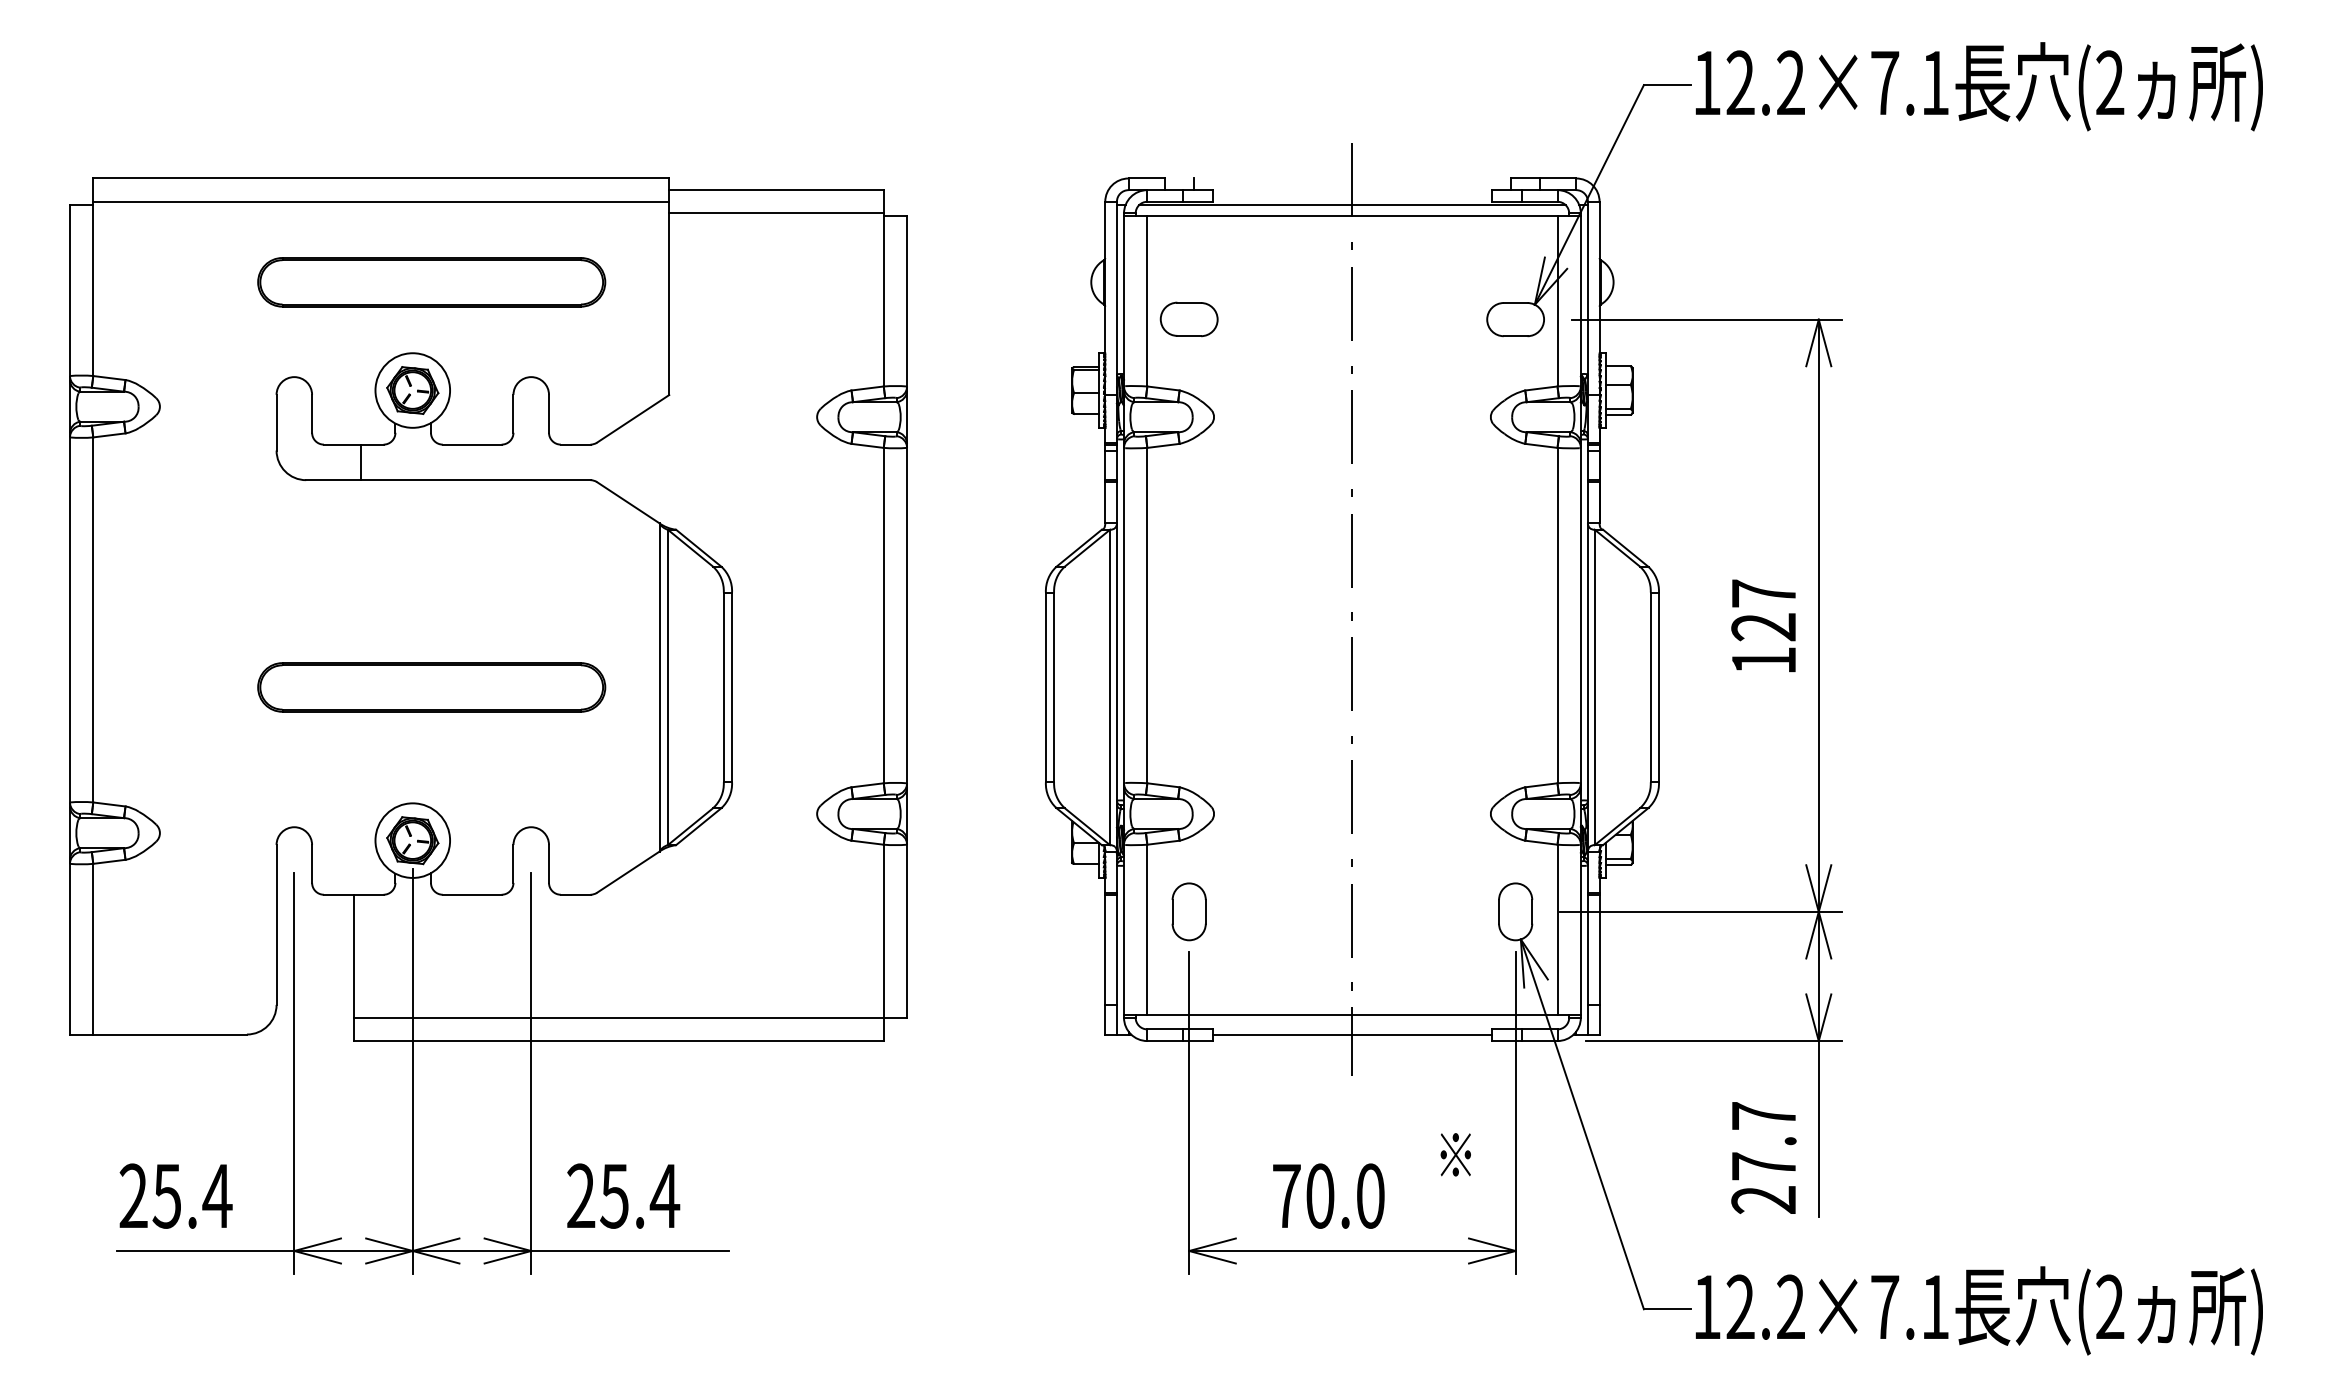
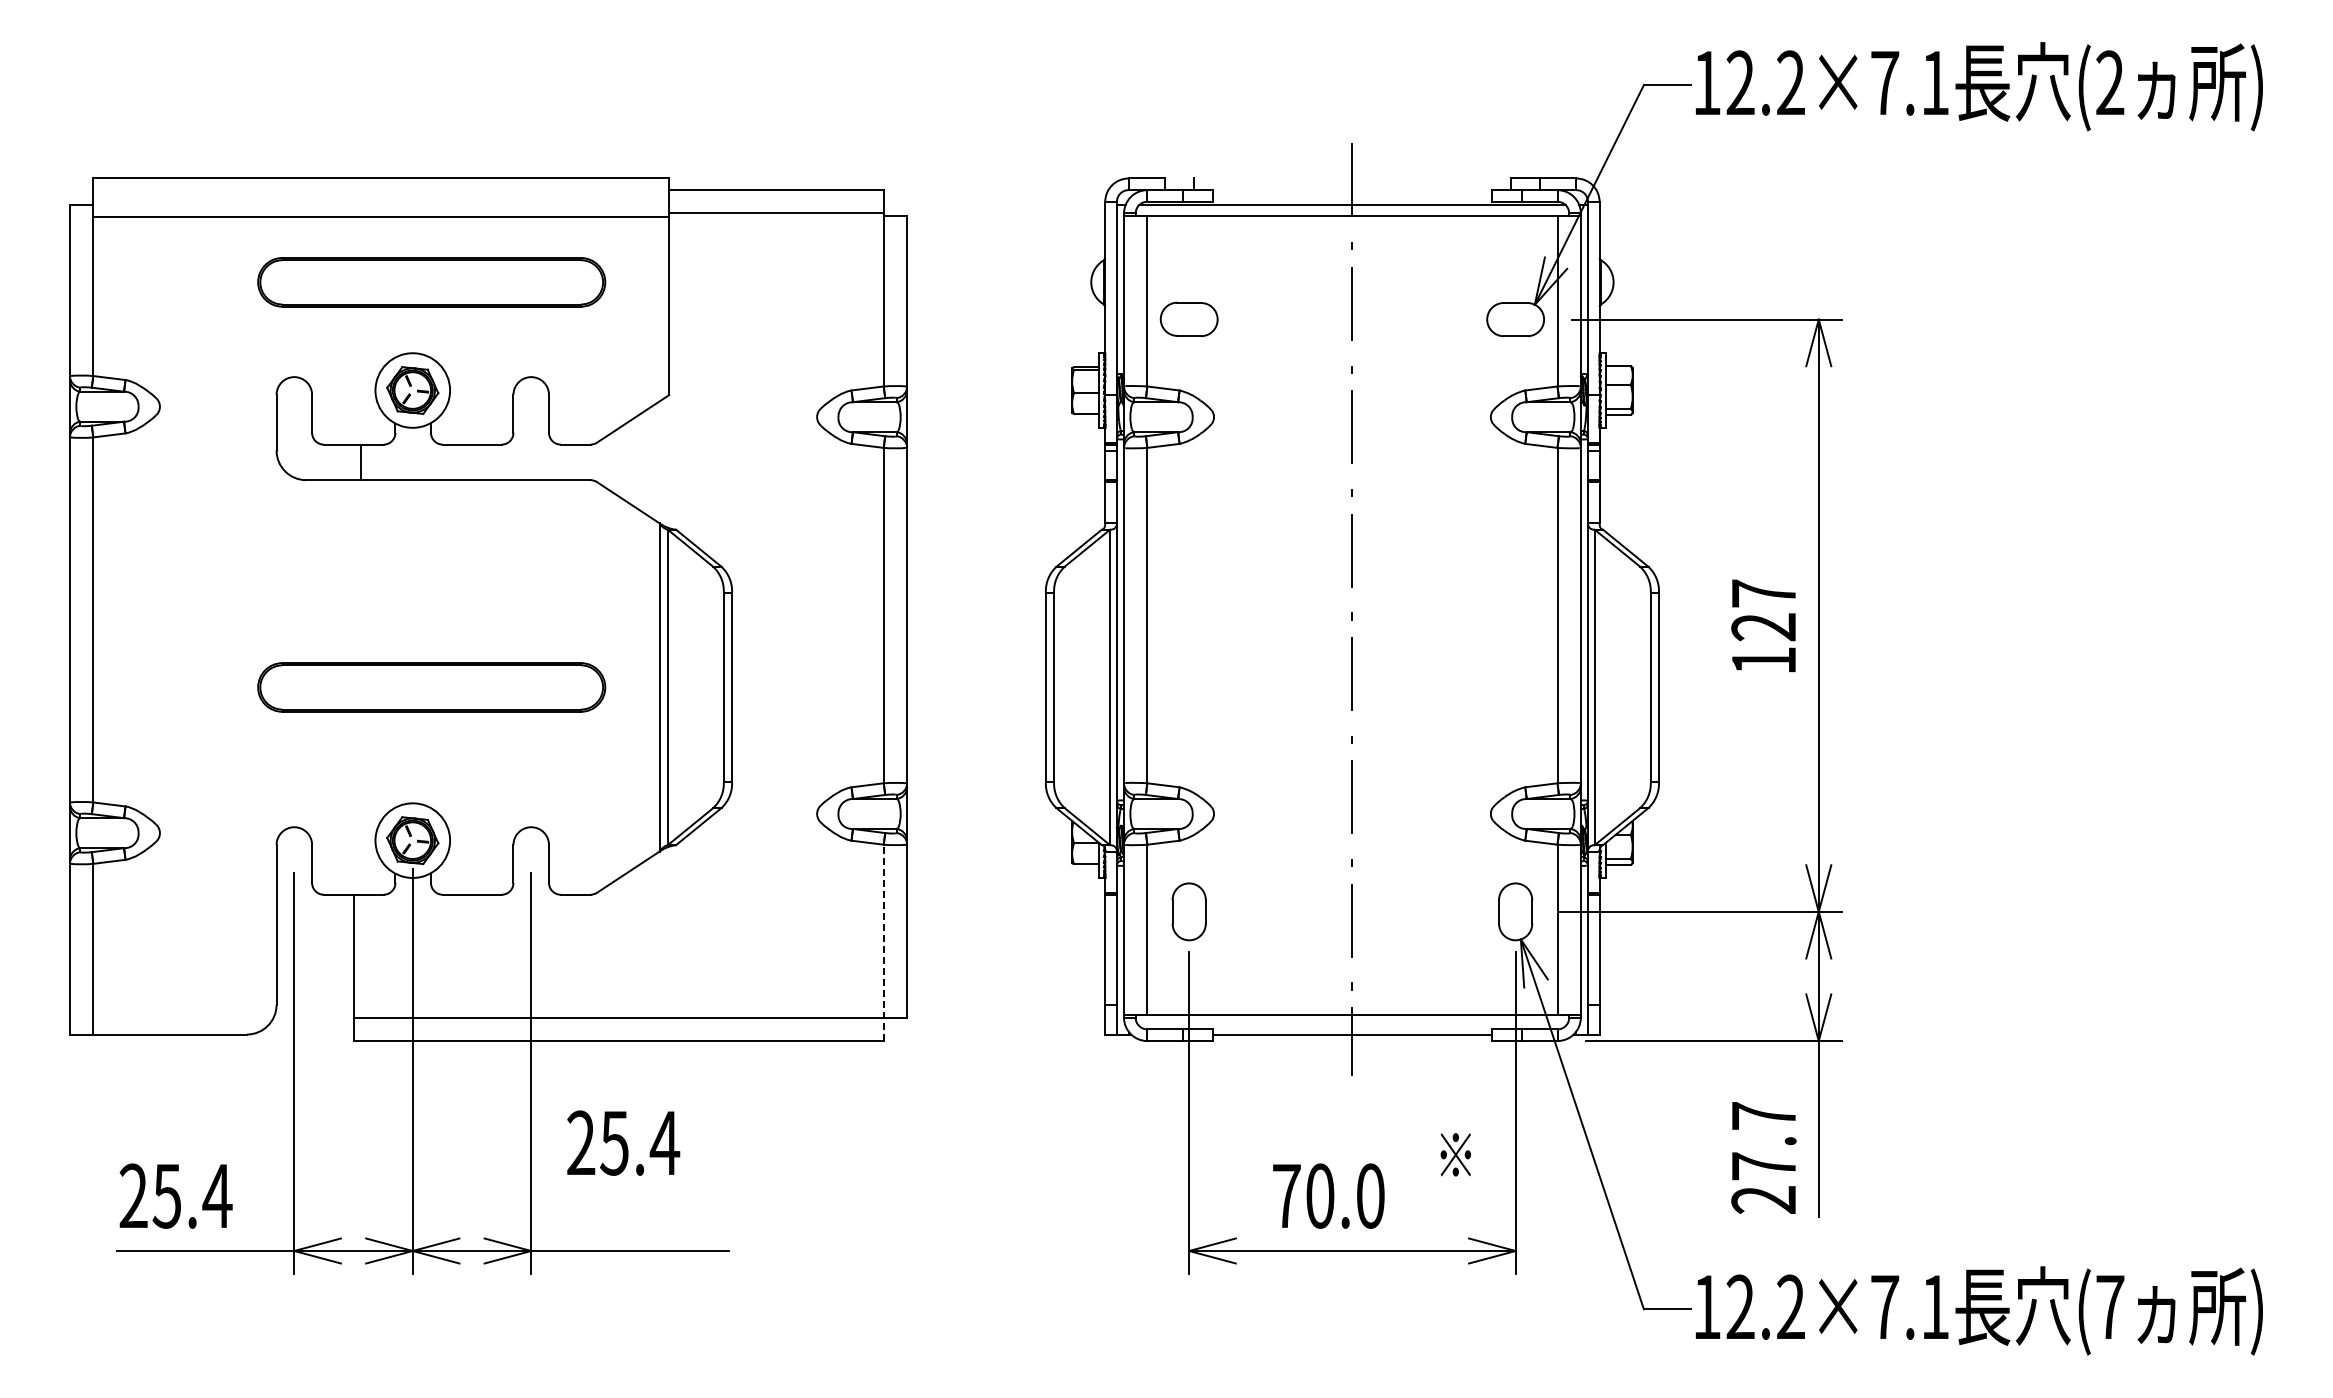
line at (381, 201) position: (381, 201) -> (381, 216)
line at (883, 942): solid -> dashed
text at (623, 1195) position: (623, 1195) -> (623, 1142)
text at (2110, 1306): (2 -> (7
